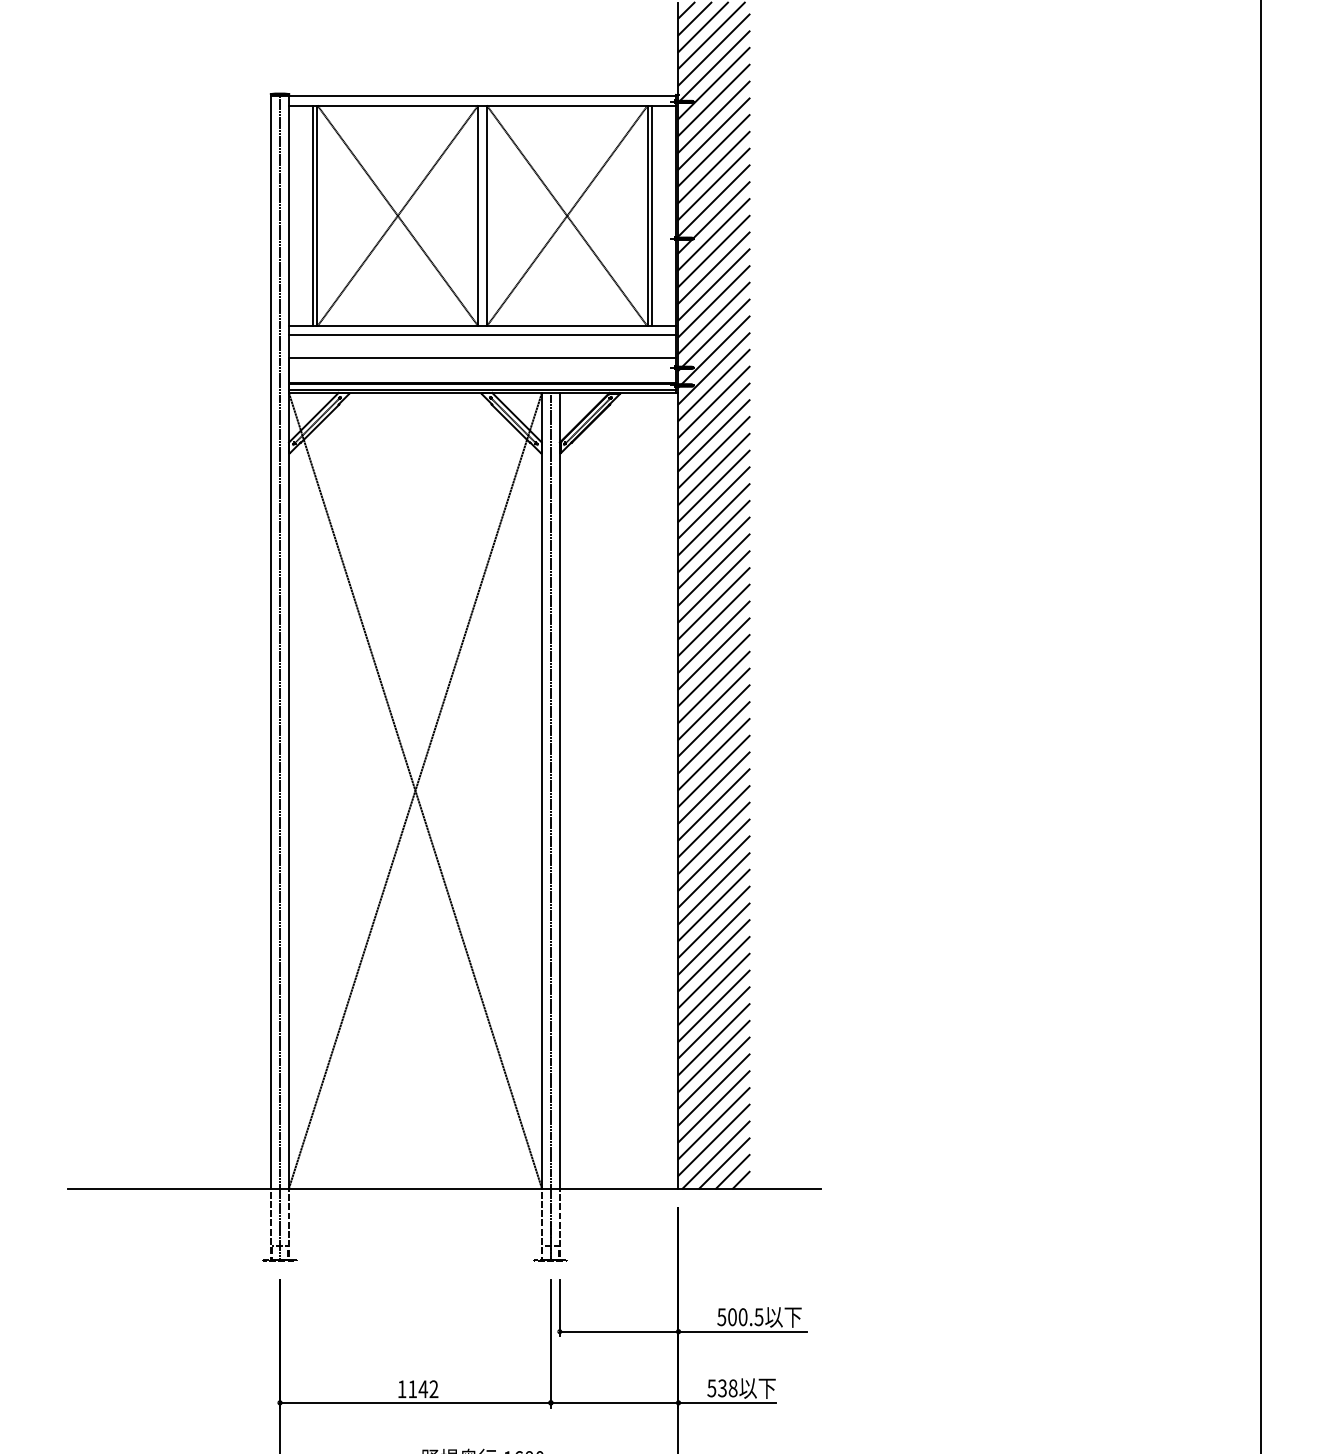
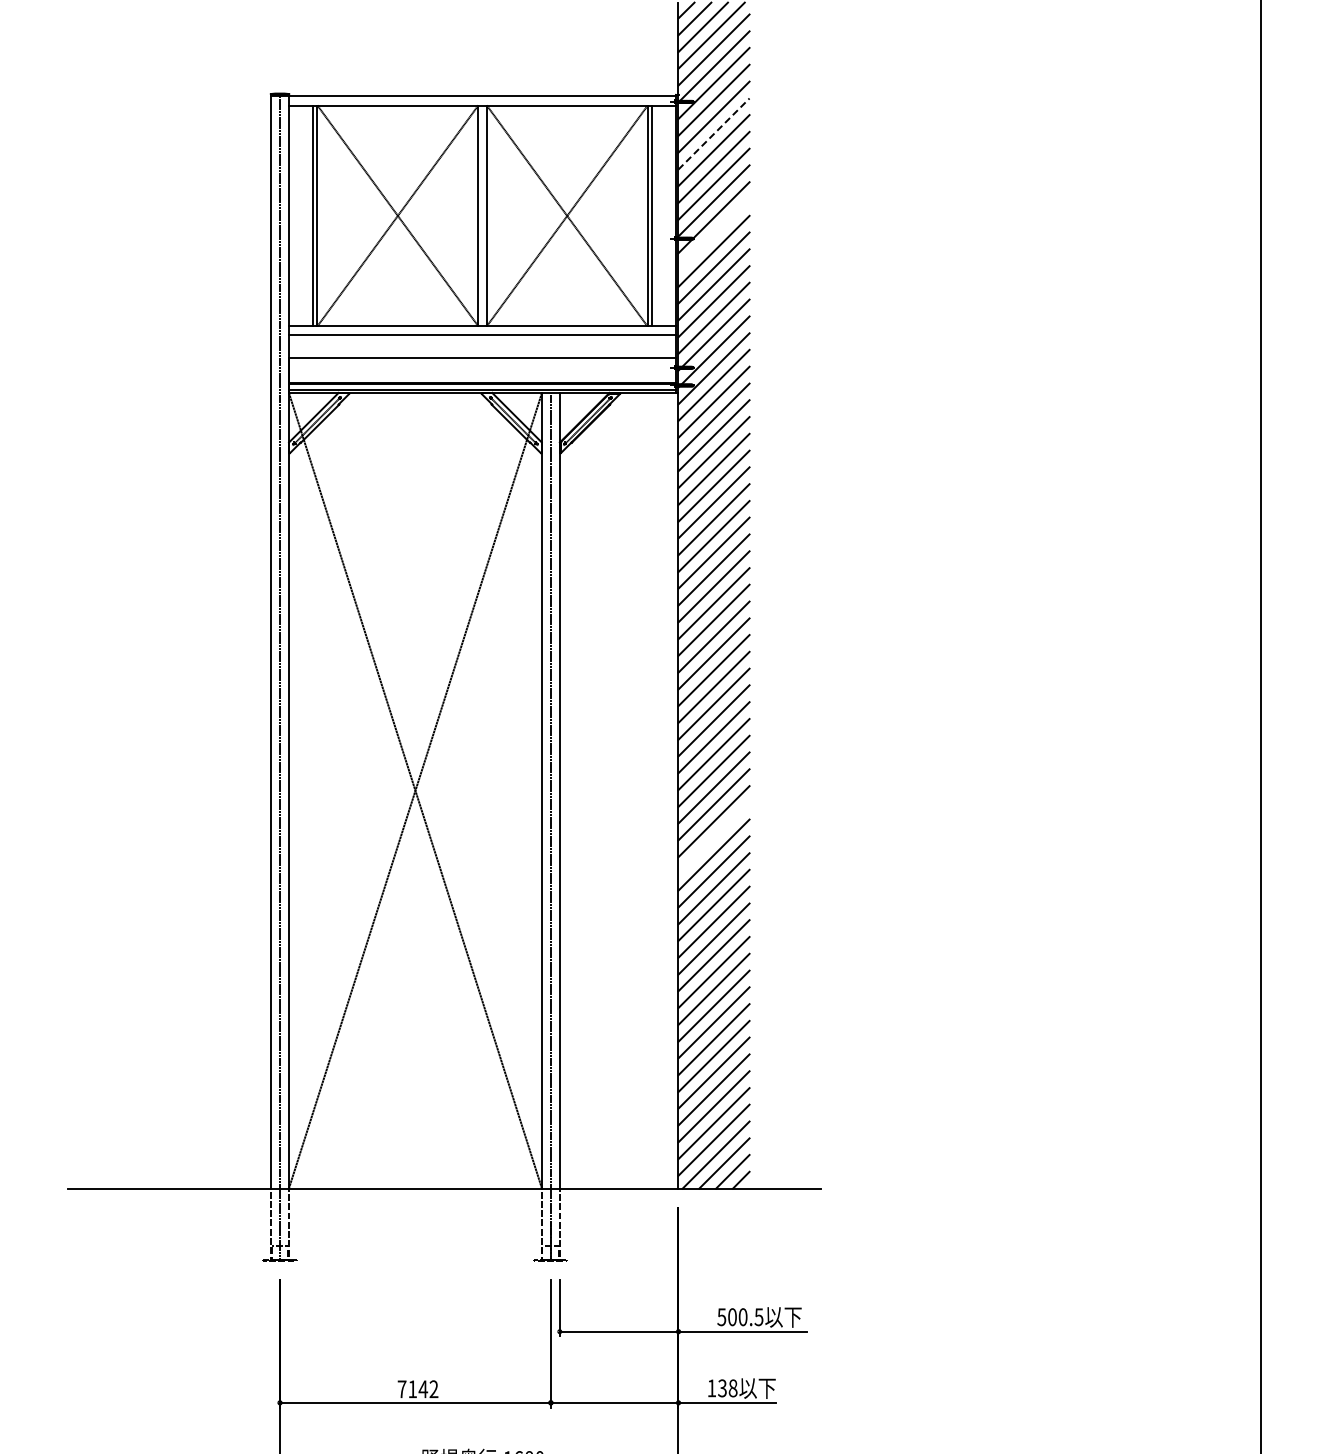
line at (714, 133): solid -> dashed
line at (713, 234): present -> none
line at (713, 837): present -> none
text at (711, 1388): 538 -> 138
text at (401, 1389): 1142 -> 7142
